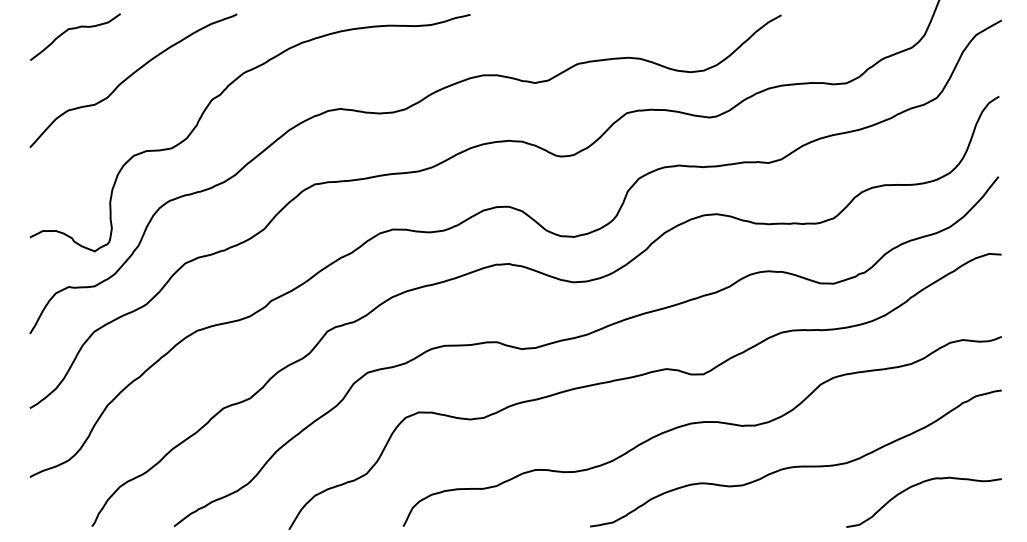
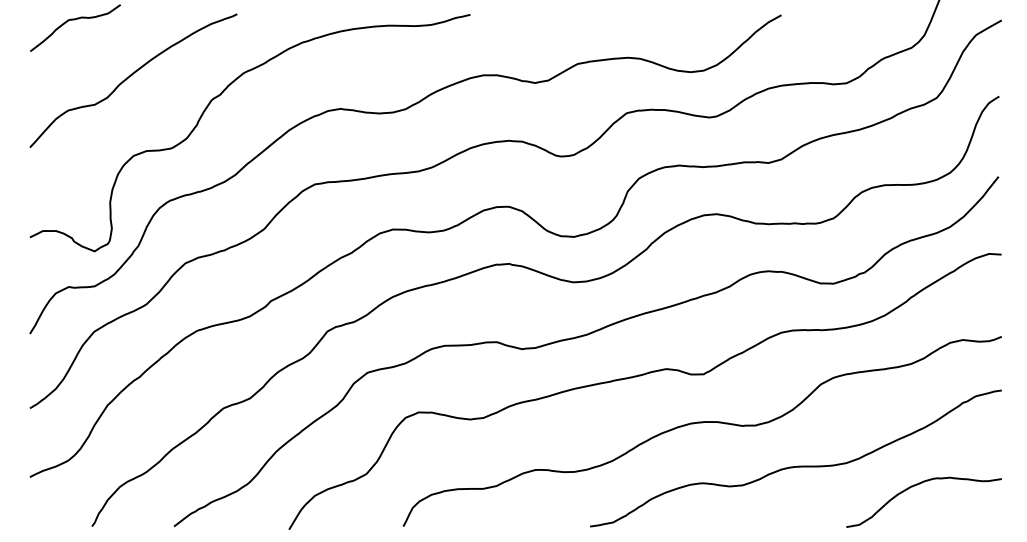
curve at (75, 29) position: (75, 29) -> (75, 20)
